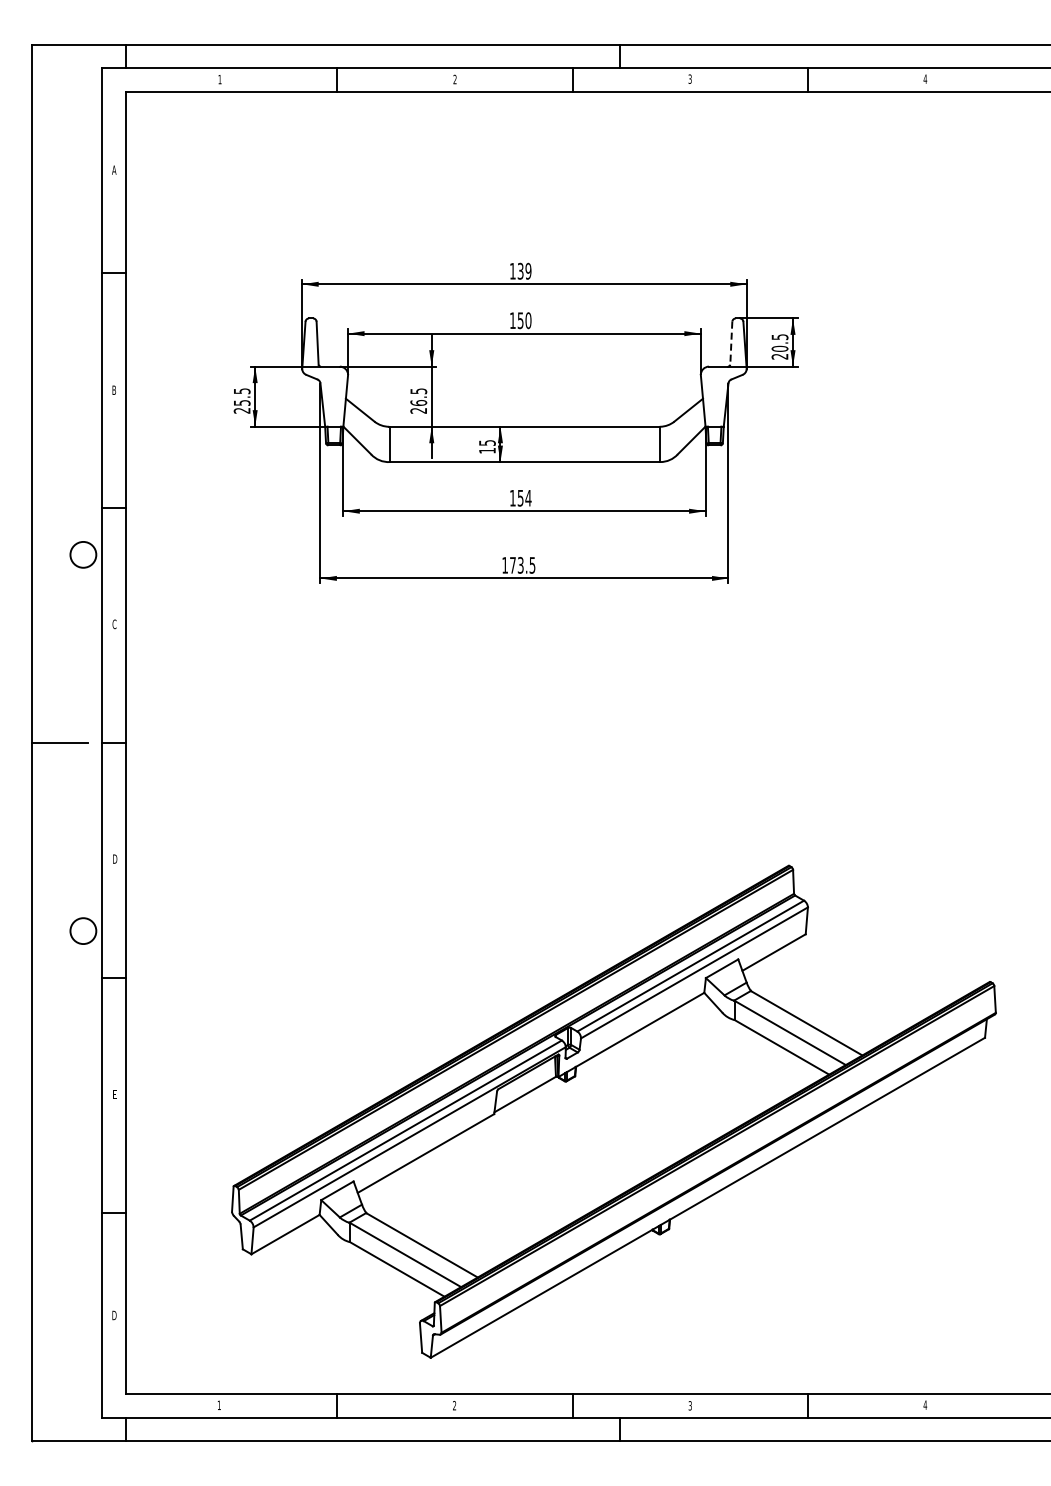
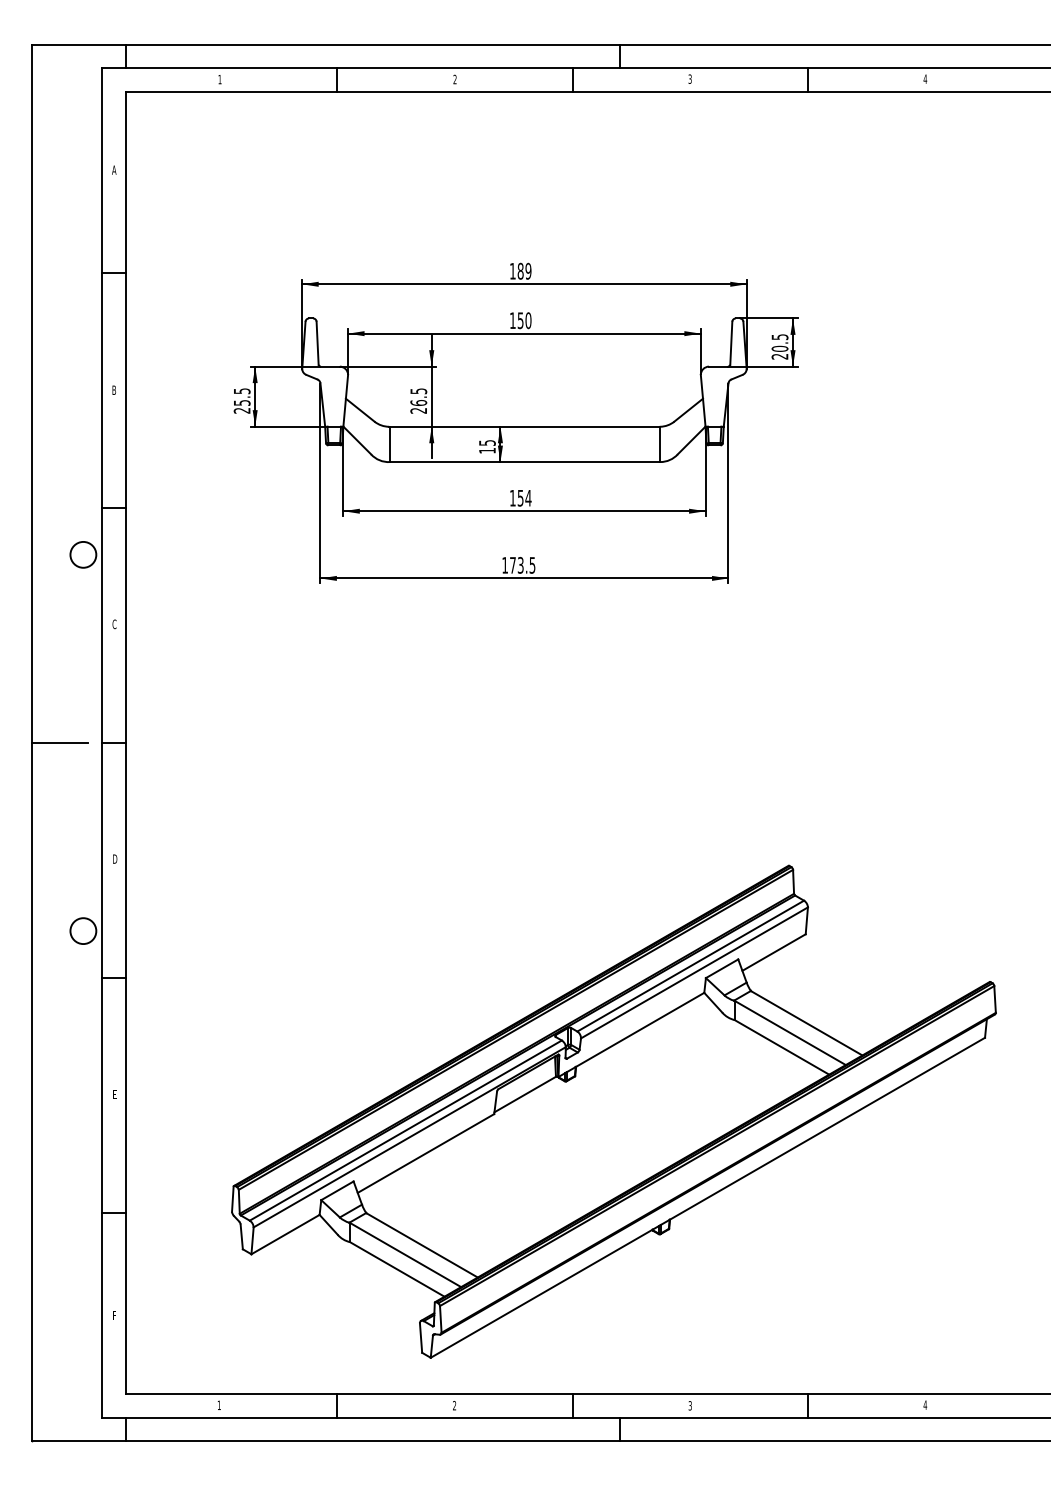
text at (520, 271): 139 -> 189
line at (731, 343): dashed -> solid
text at (114, 1315): D -> F
